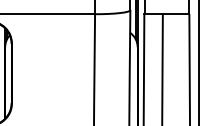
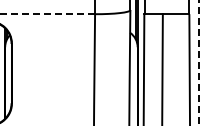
line at (48, 14): solid -> dashed
line at (198, 63): solid -> dashed
